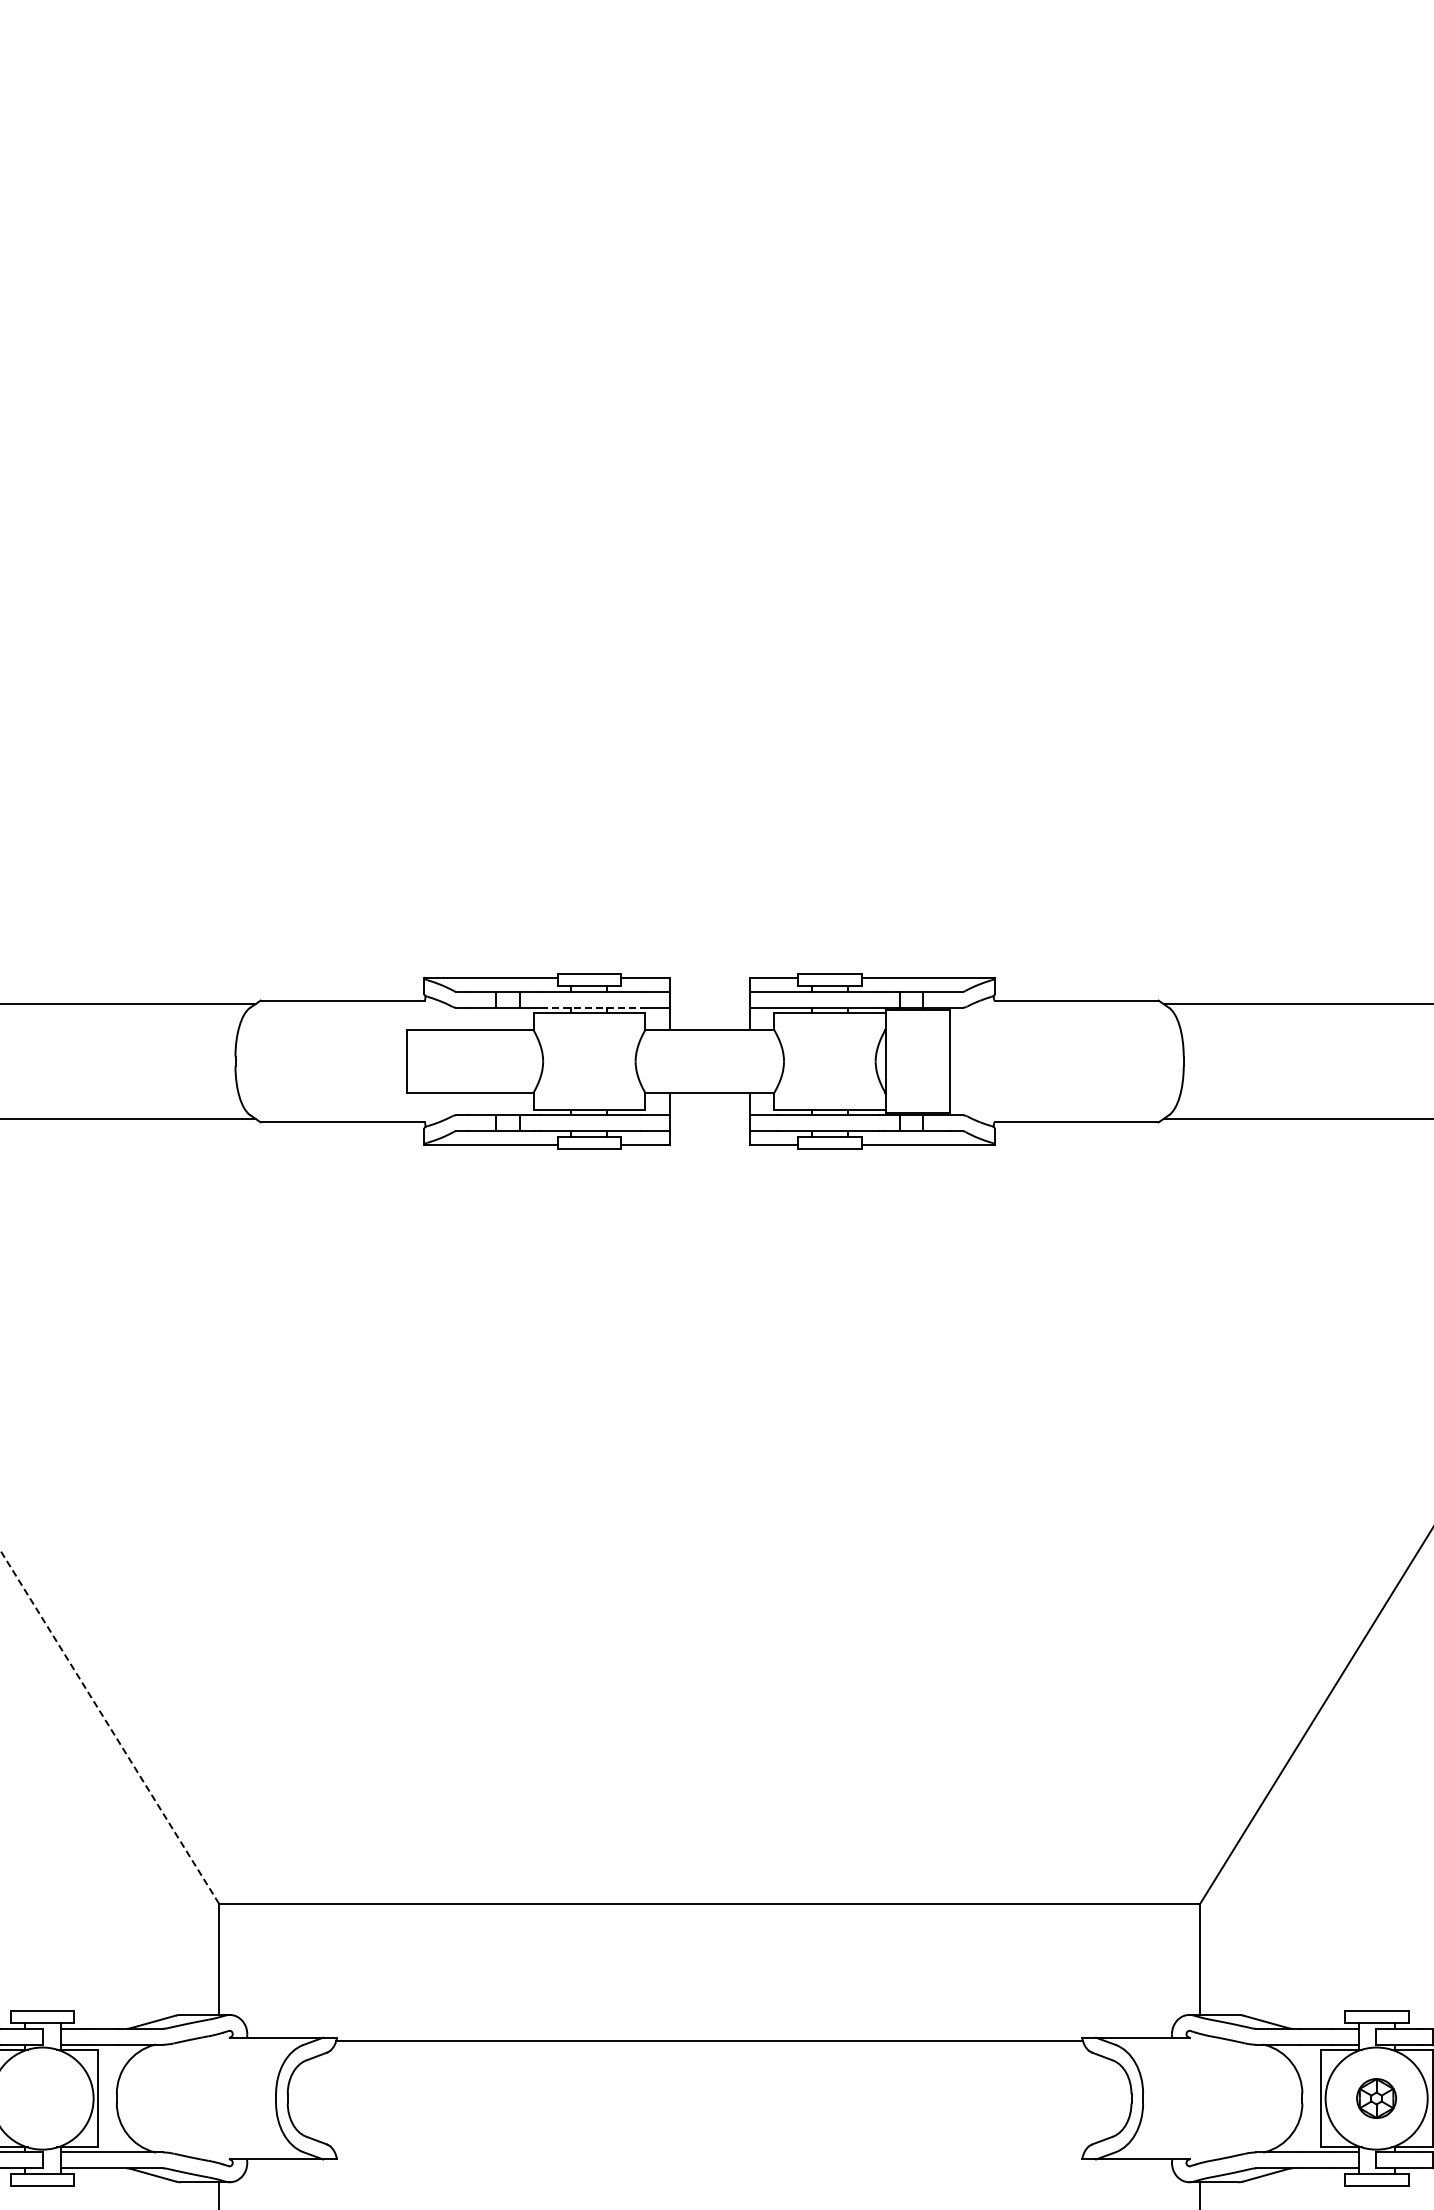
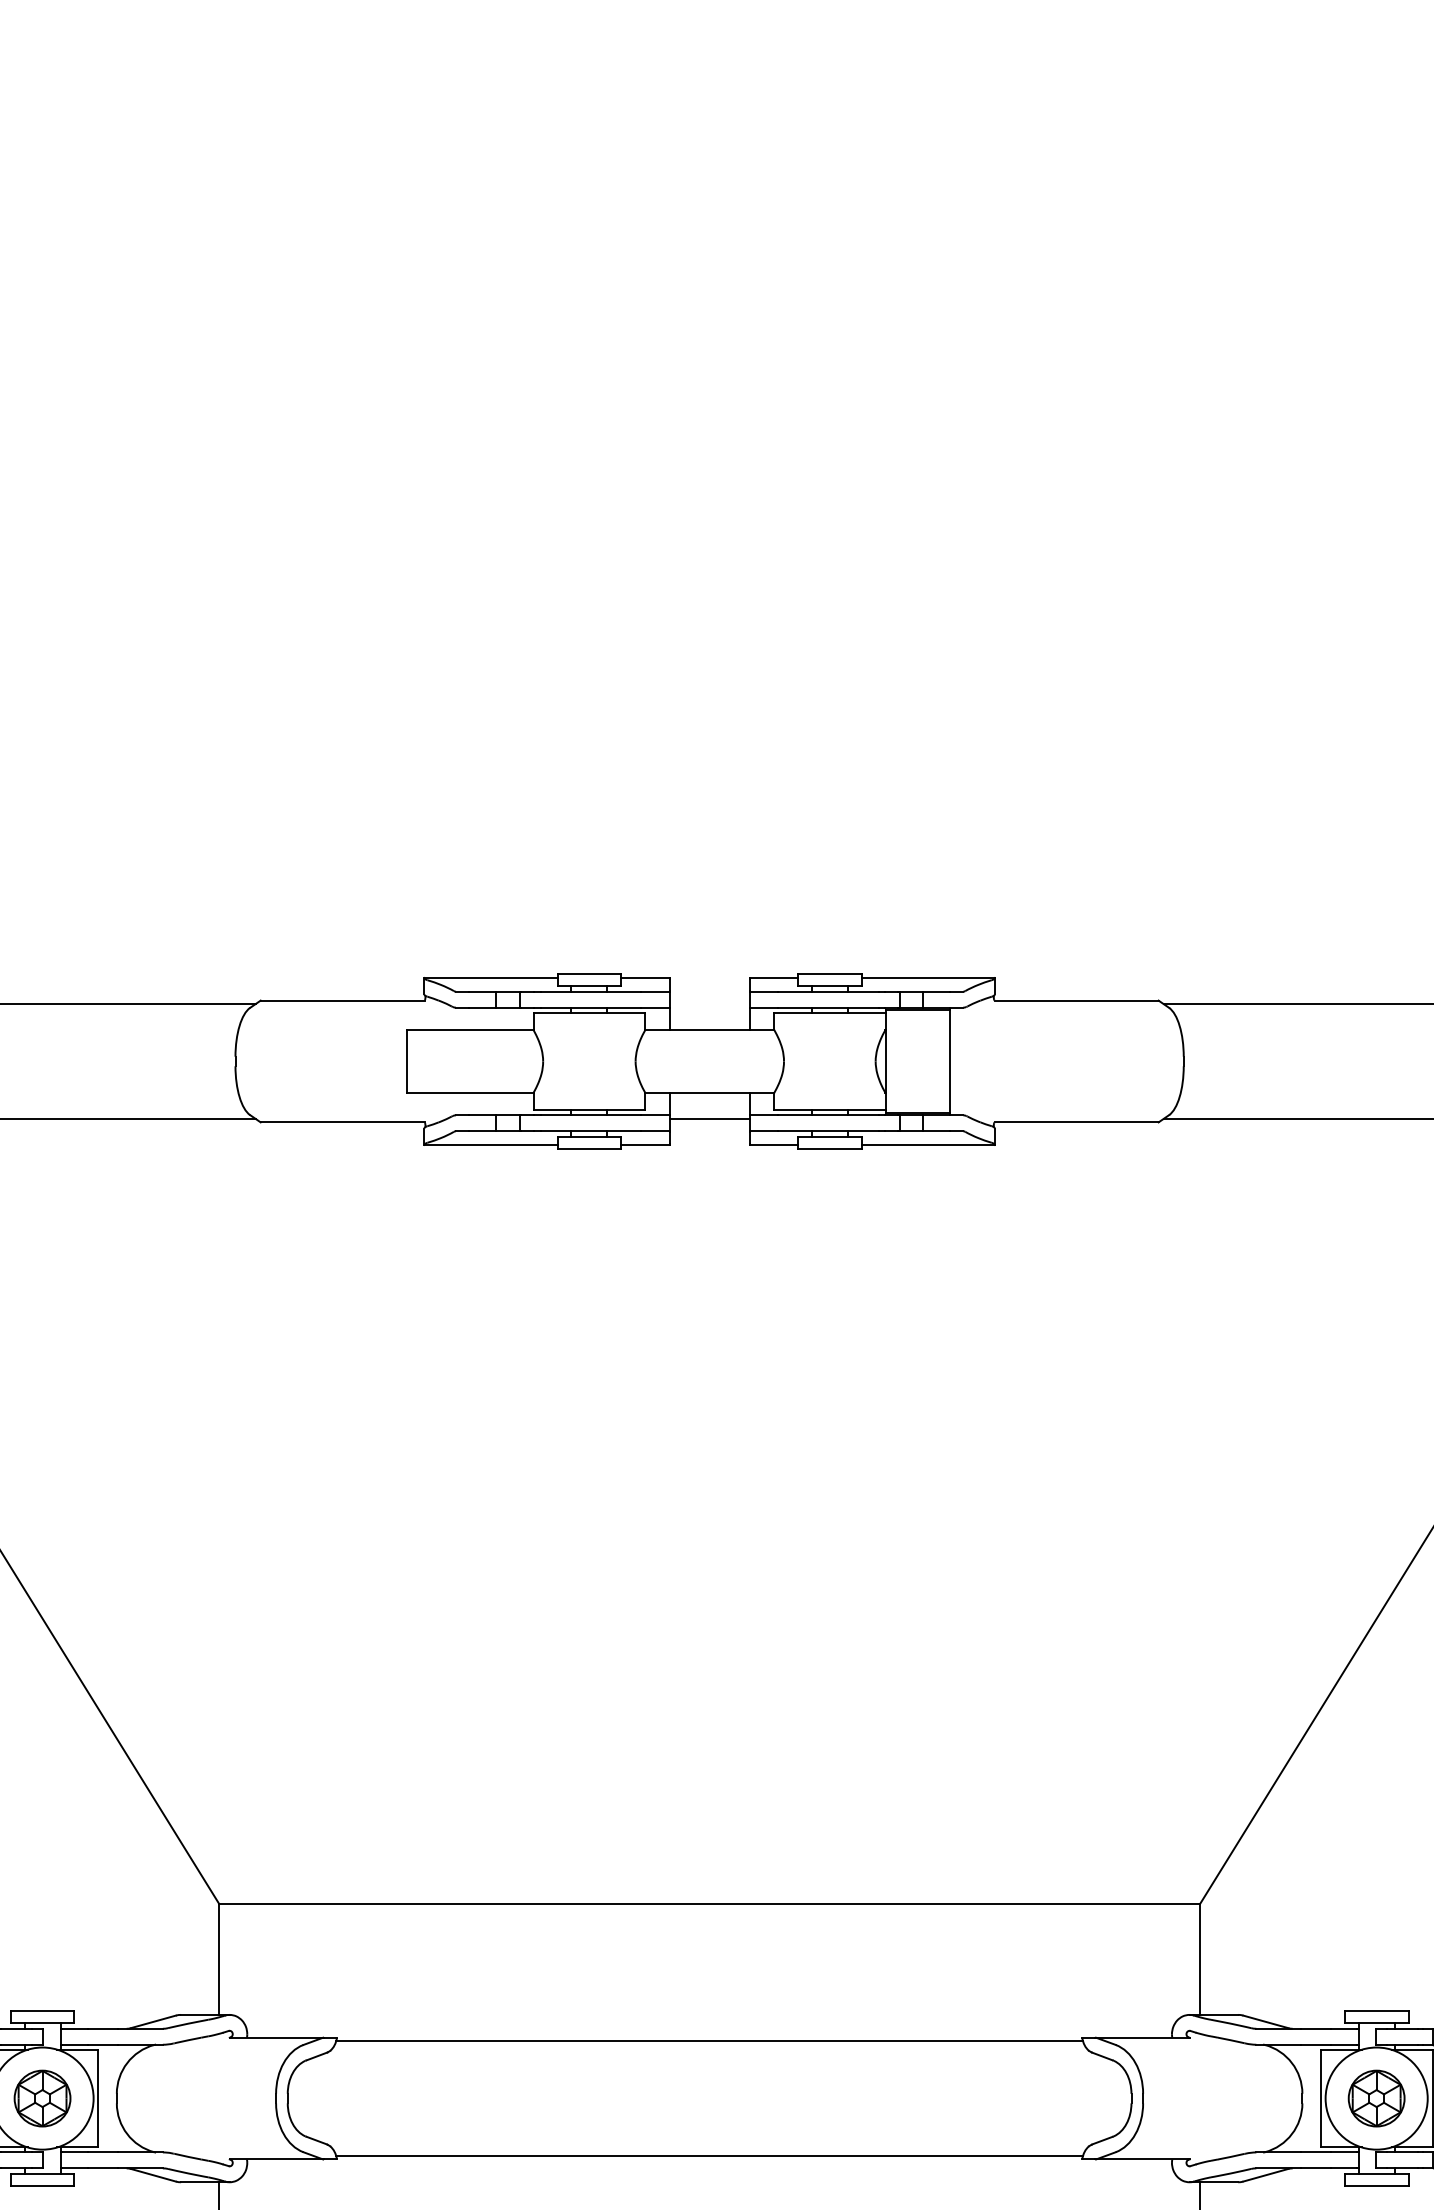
line at (591, 1007): dashed -> solid
line at (709, 1118): none -> present
line at (109, 1726): dashed -> solid
part at (42, 2098): none -> present
part at (1376, 2098) size: 41x41 px -> 59x59 px
line at (709, 2156): none -> present
